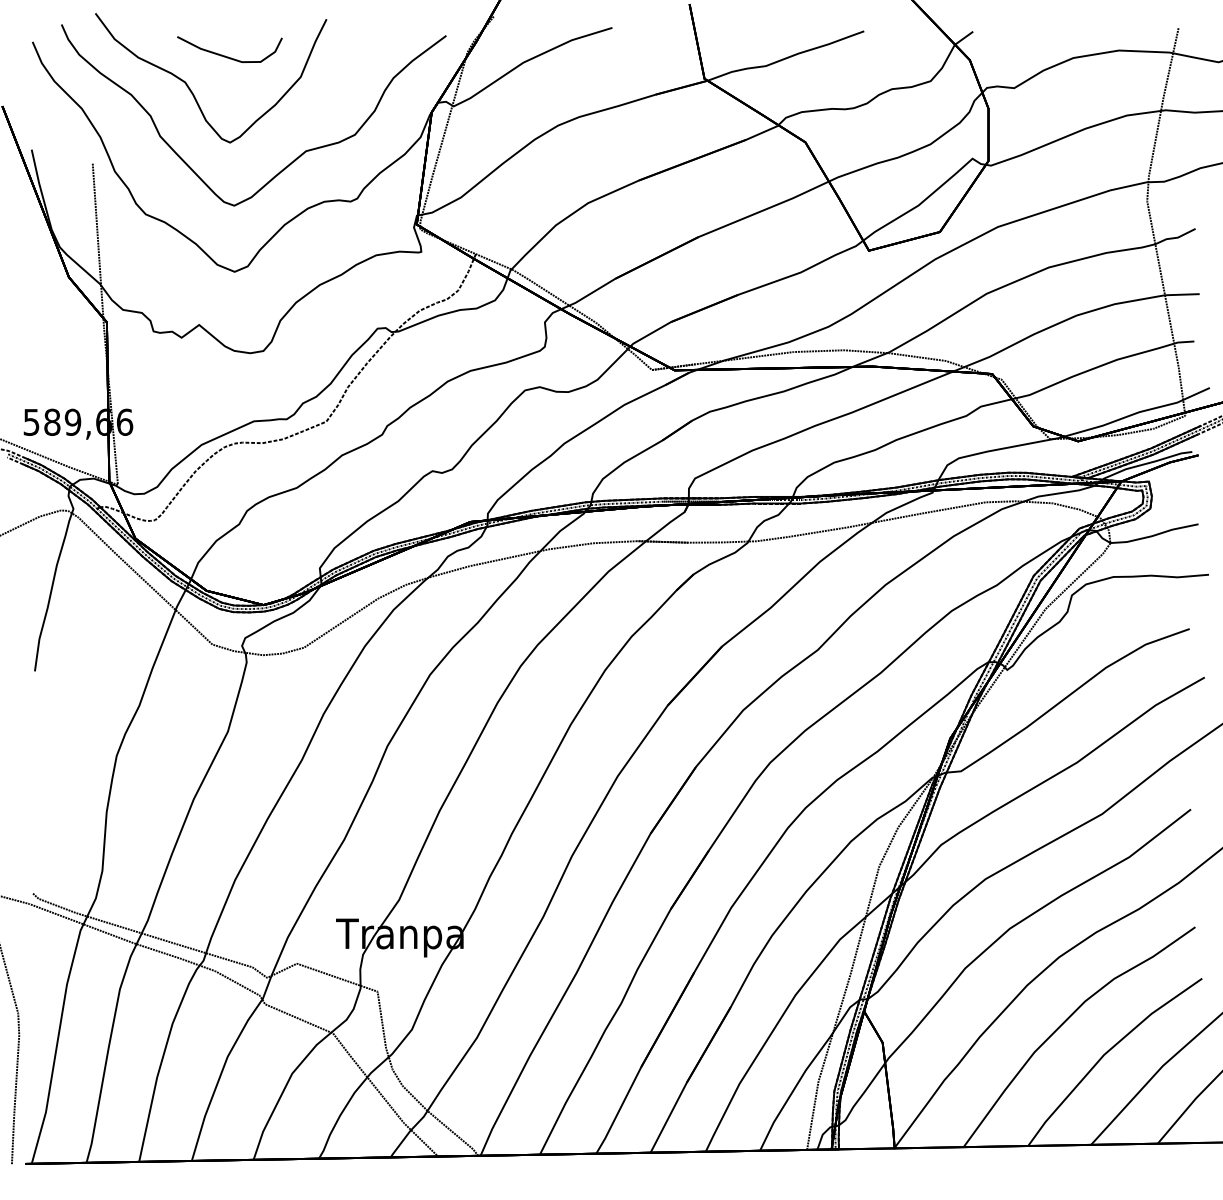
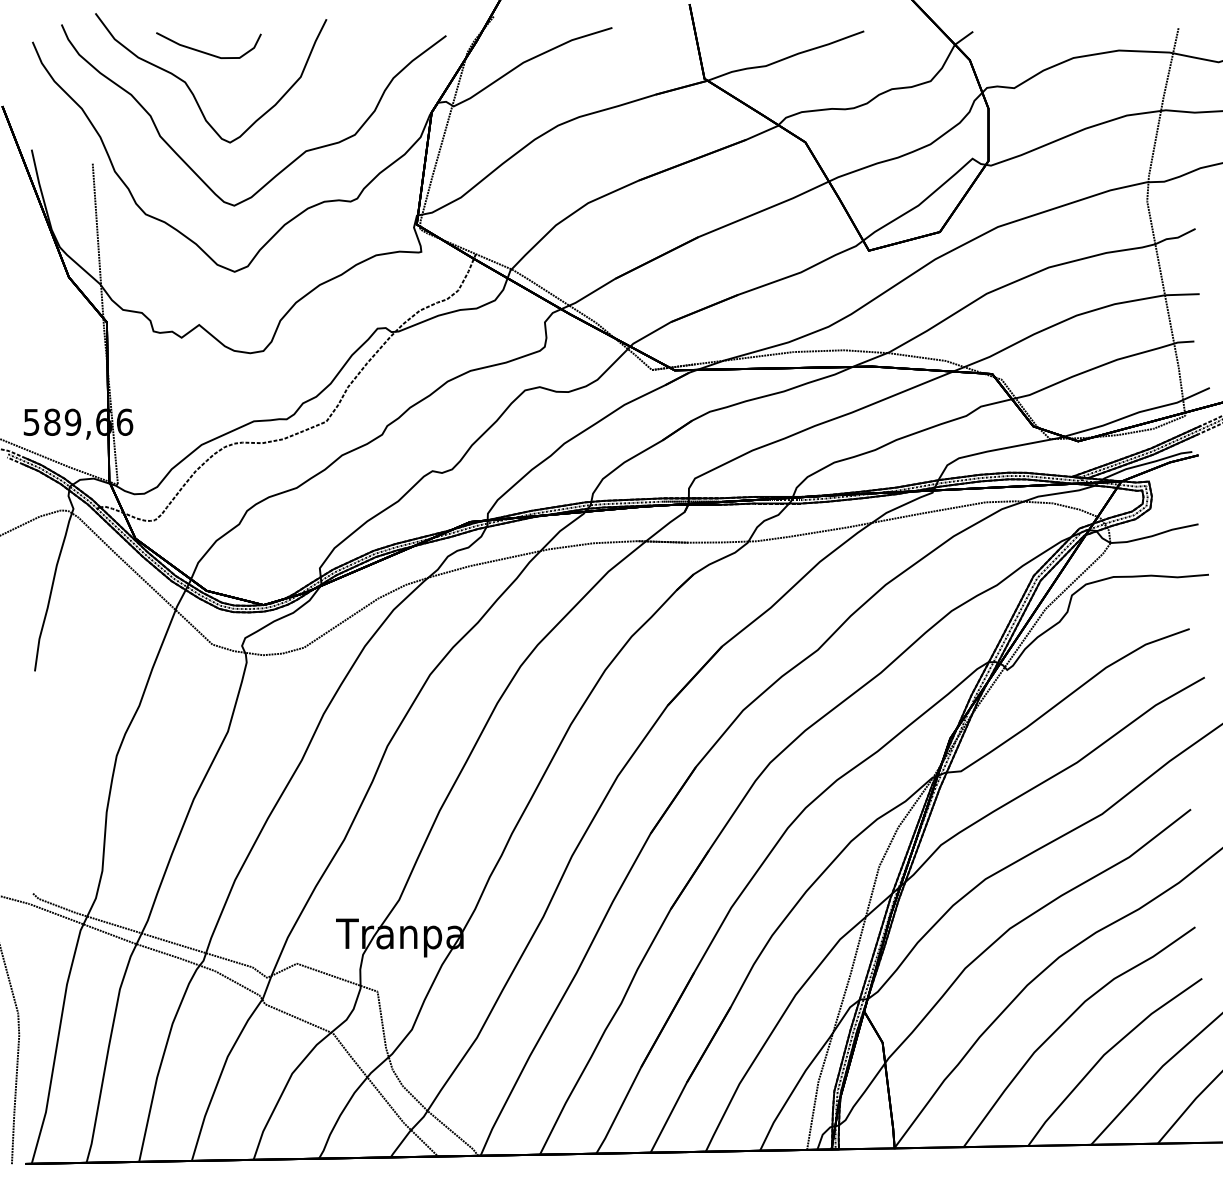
part at (228, 56) position: (228, 56) -> (207, 52)
